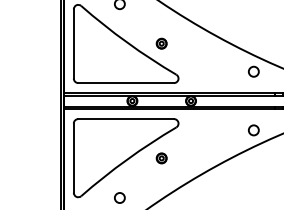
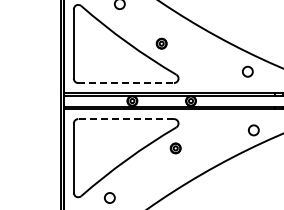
circle at (253, 71) position: (253, 71) -> (247, 71)
line at (126, 83): solid -> dashed
line at (126, 119): solid -> dashed
part at (161, 158) position: (161, 158) -> (175, 148)
circle at (119, 197) position: (119, 197) -> (109, 197)
